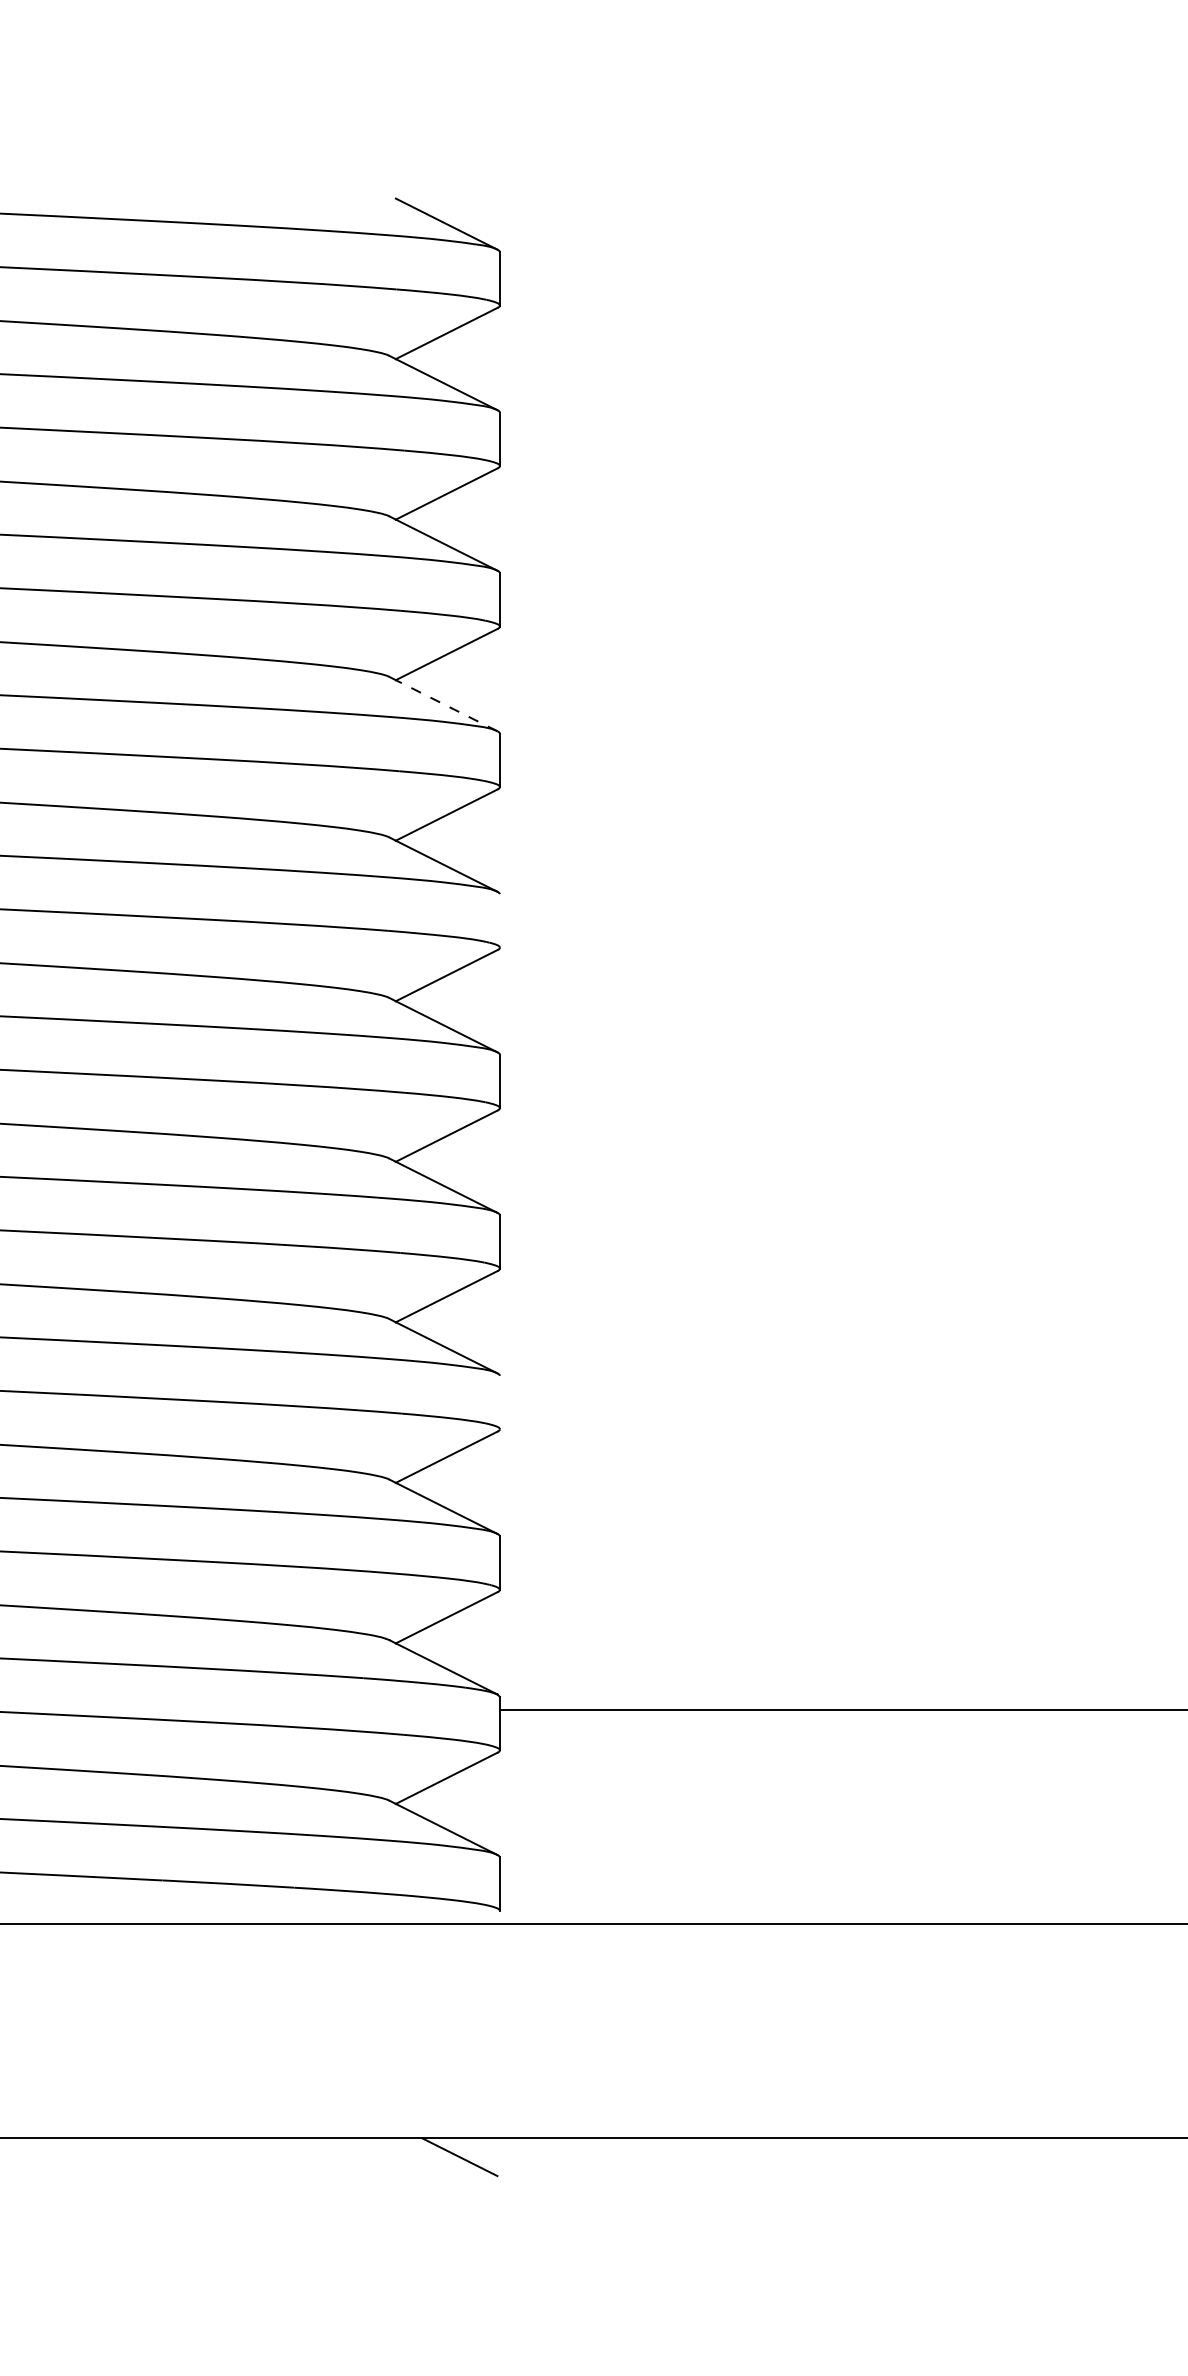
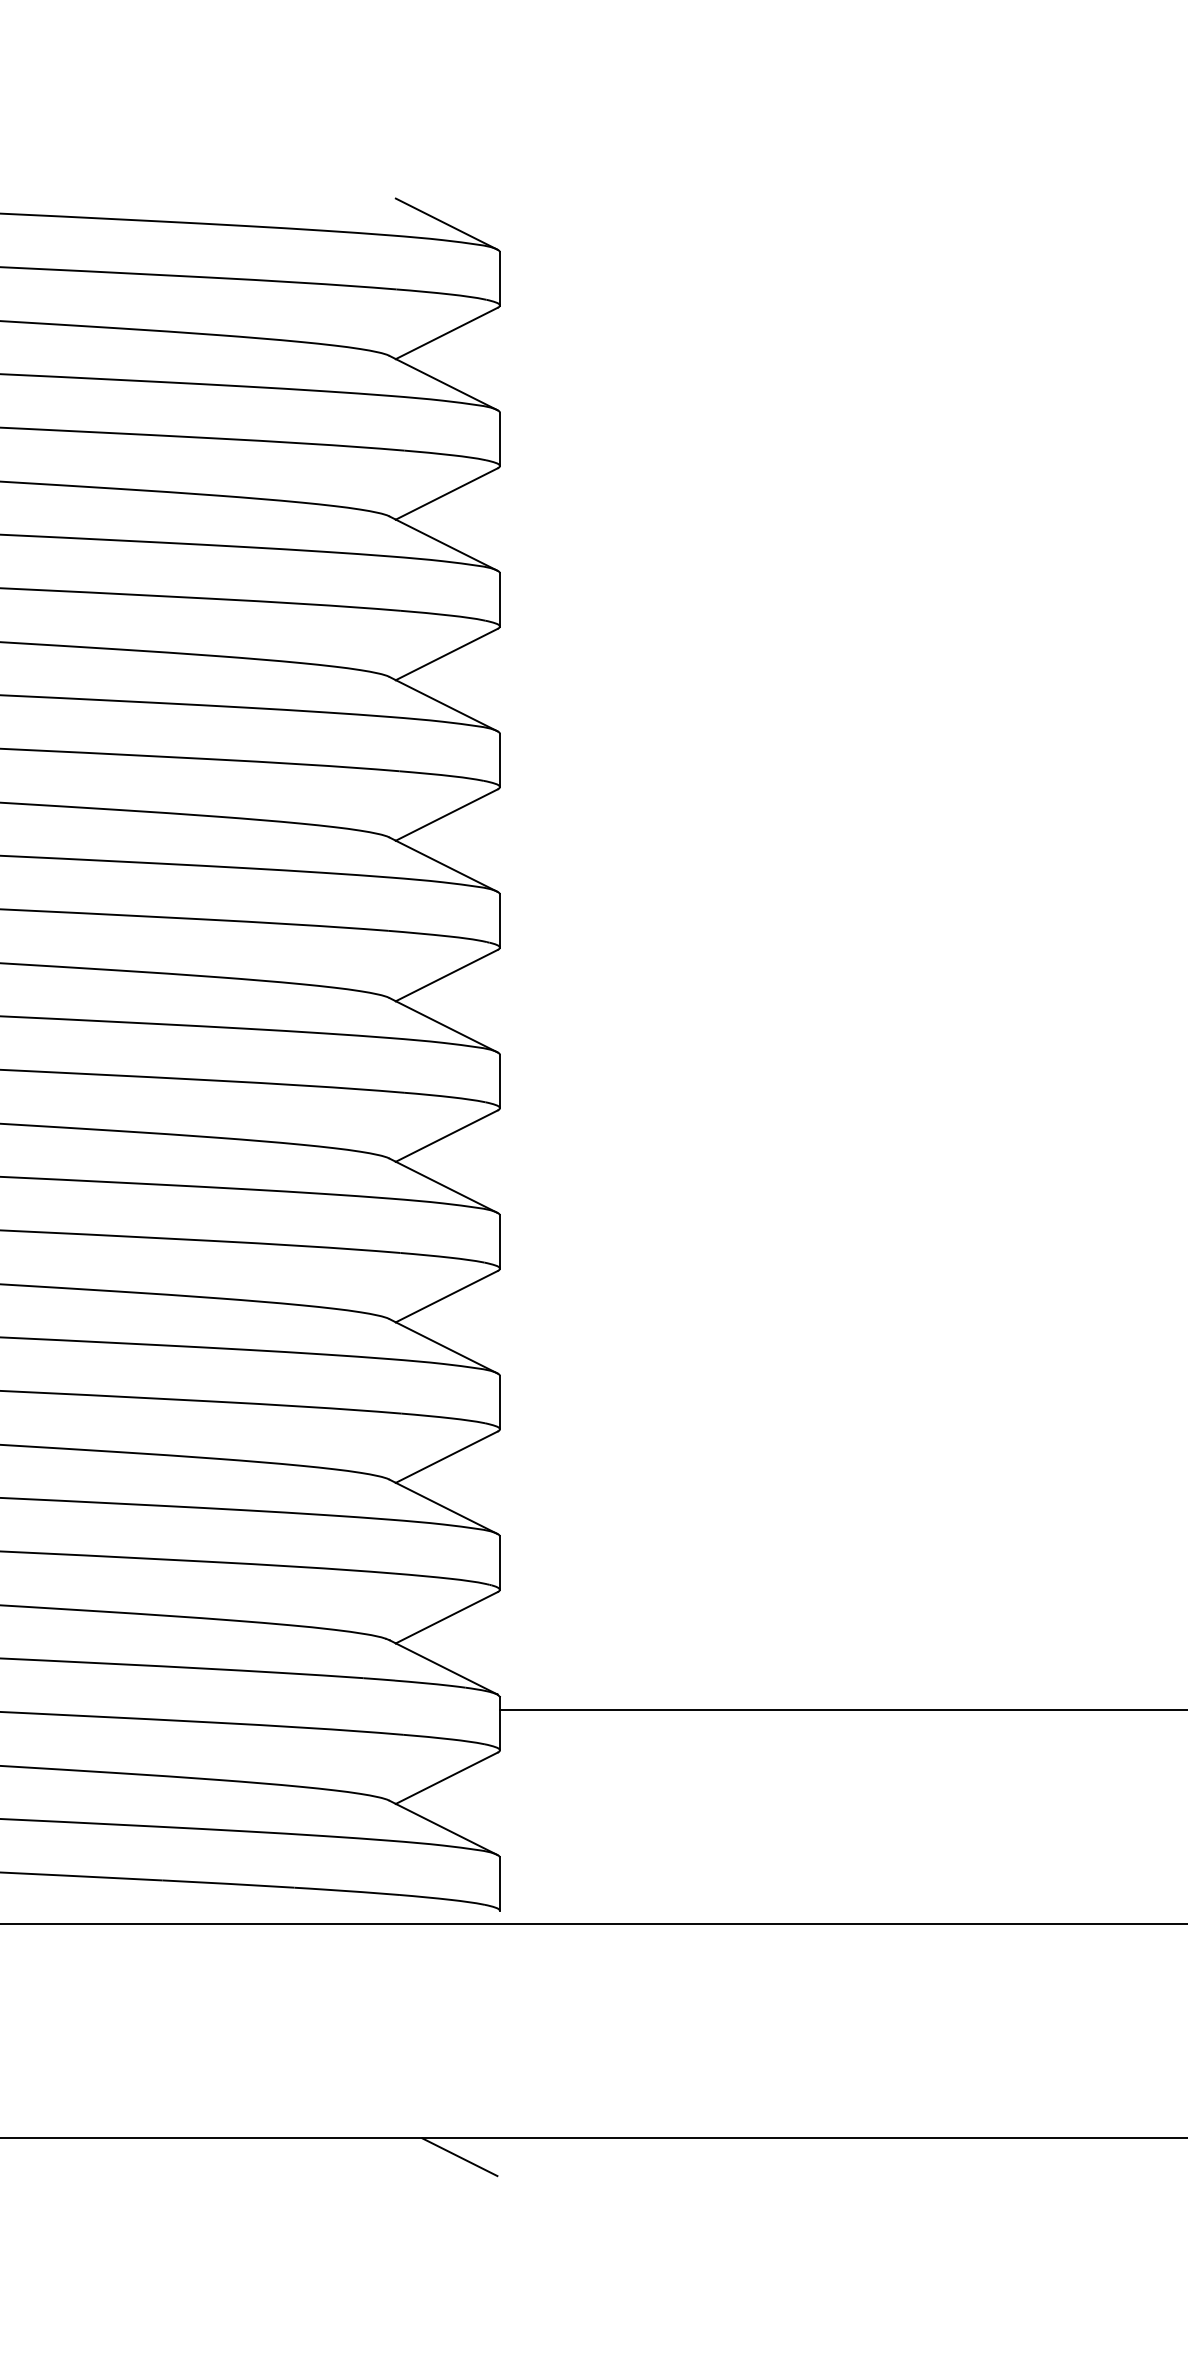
line at (446, 705): dashed -> solid
line at (499, 920): none -> present
line at (499, 1402): none -> present
